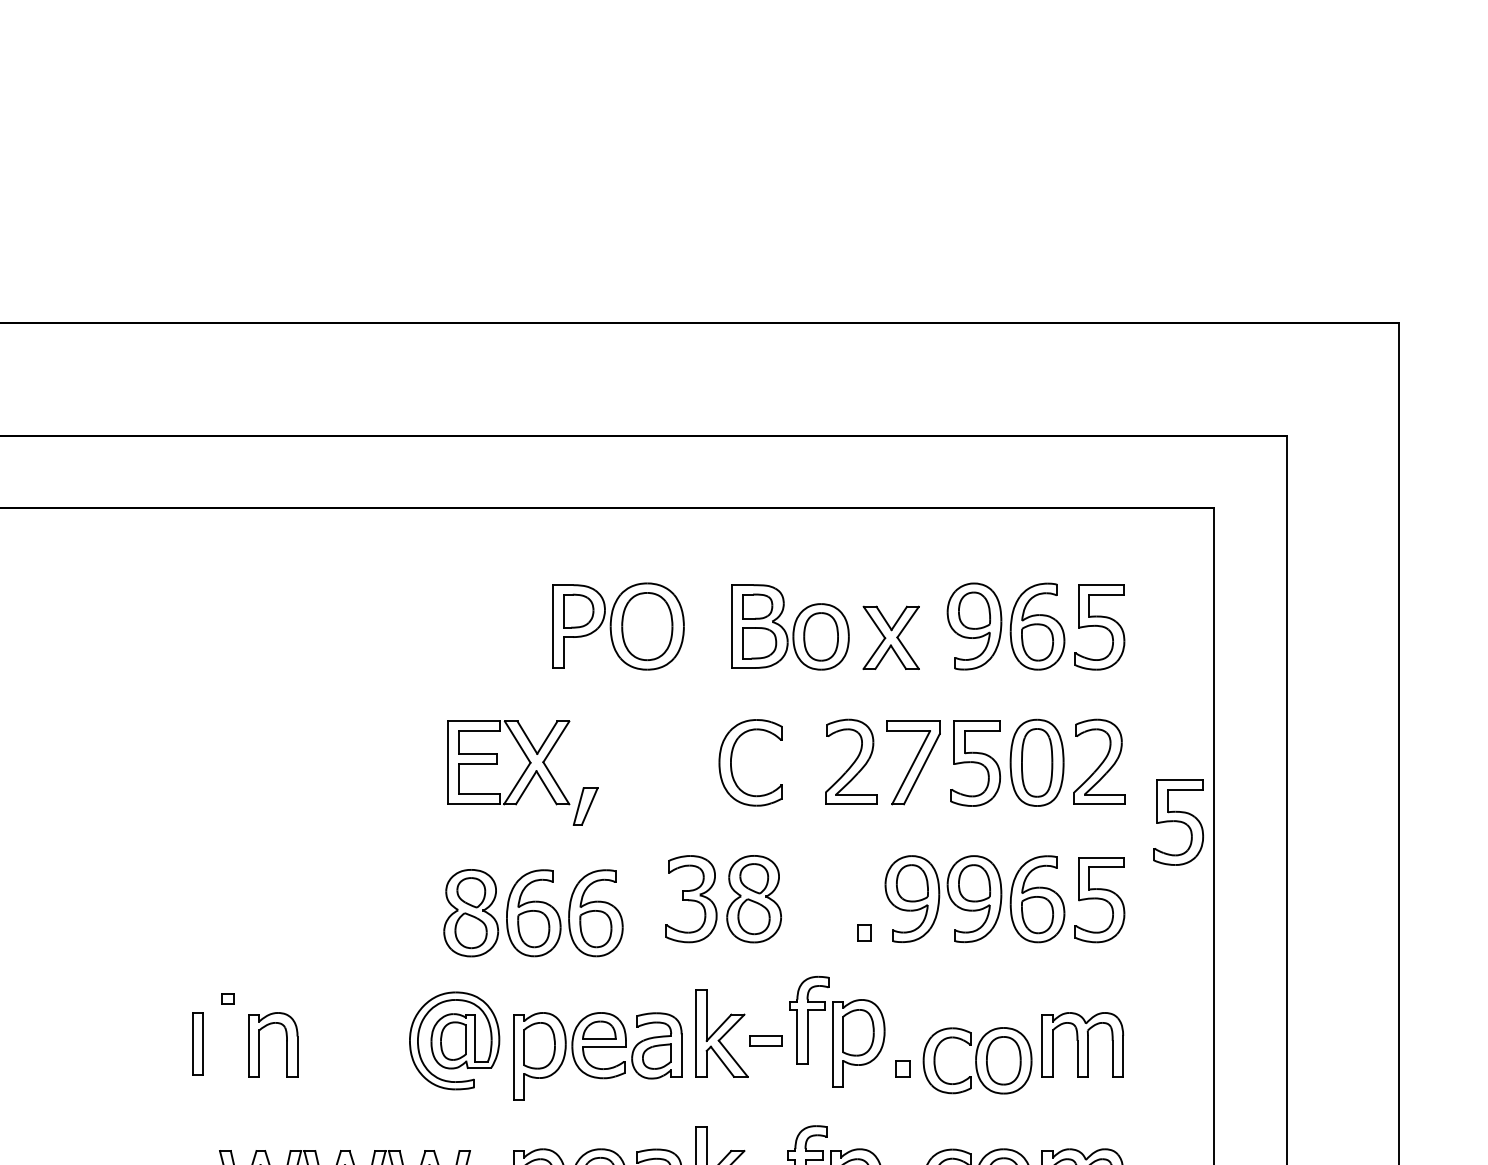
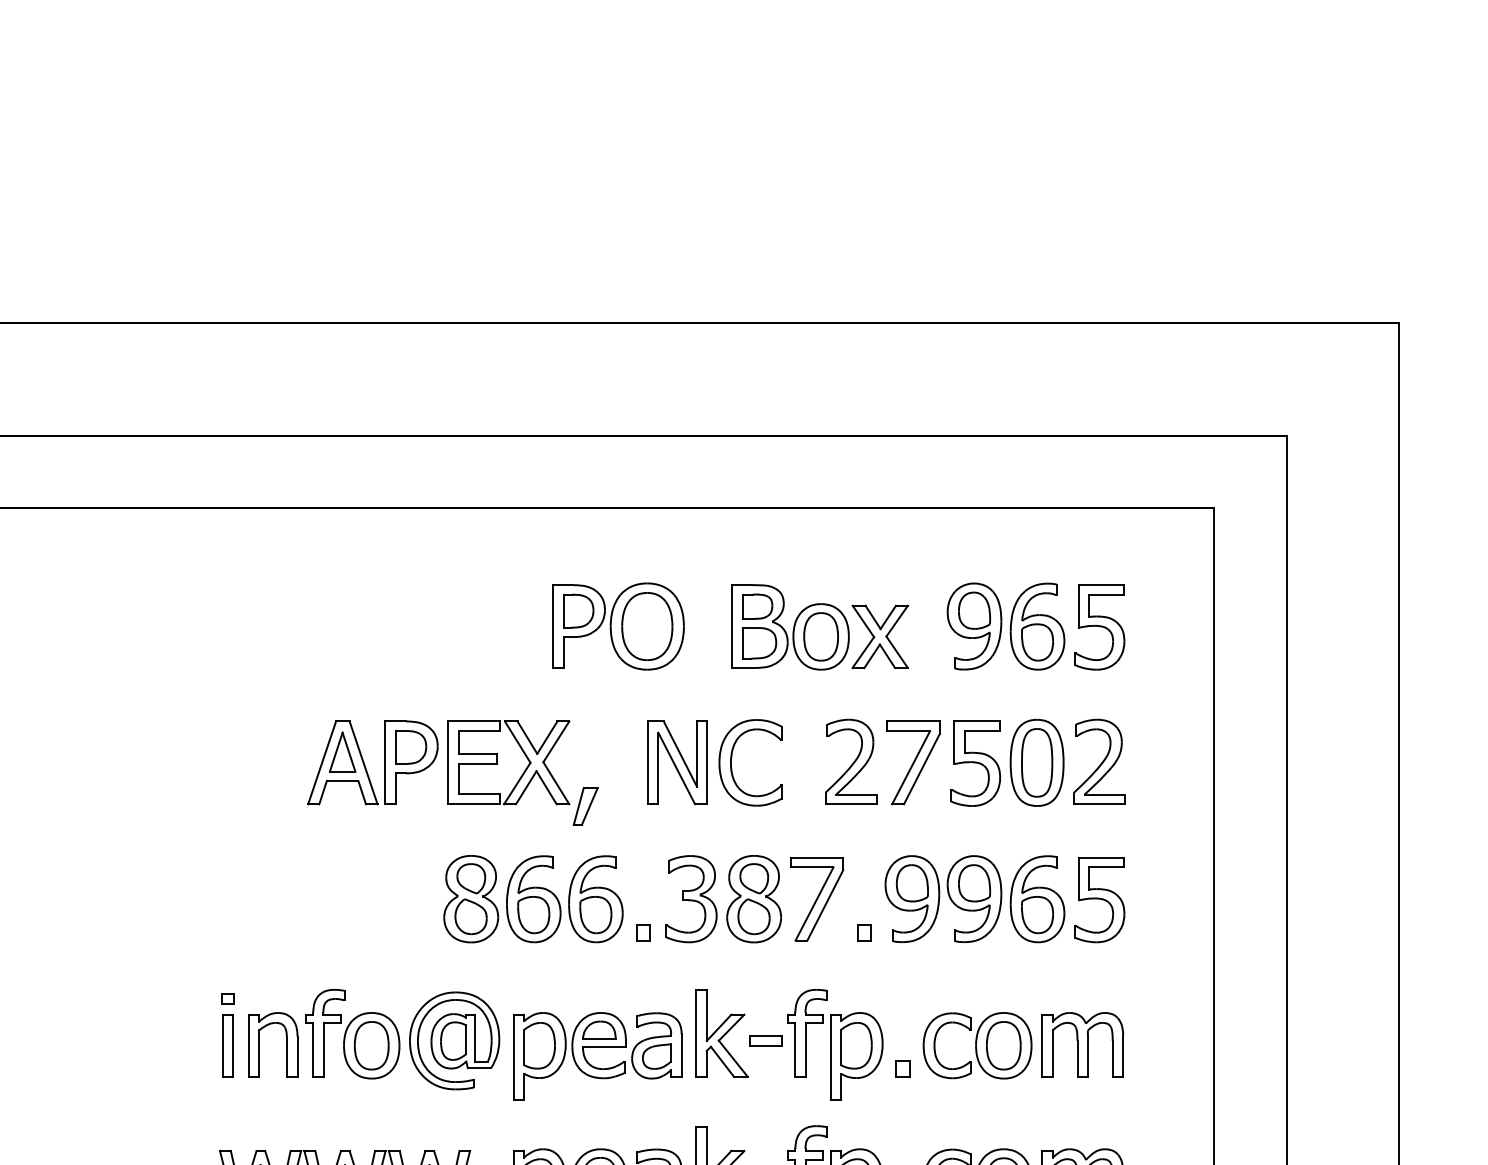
part at (890, 637) position: (890, 637) -> (879, 636)
part at (677, 762): none -> present
part at (365, 764): none -> present
part at (1178, 822): present -> none
part at (817, 899): none -> present
part at (533, 913) position: (533, 913) -> (533, 899)
part at (643, 932): none -> present
part at (837, 1031) position: (837, 1031) -> (835, 1044)
part at (352, 1034): none -> present
part at (197, 1043) position: (197, 1043) -> (227, 1045)
part at (977, 1060) position: (977, 1060) -> (977, 1045)
